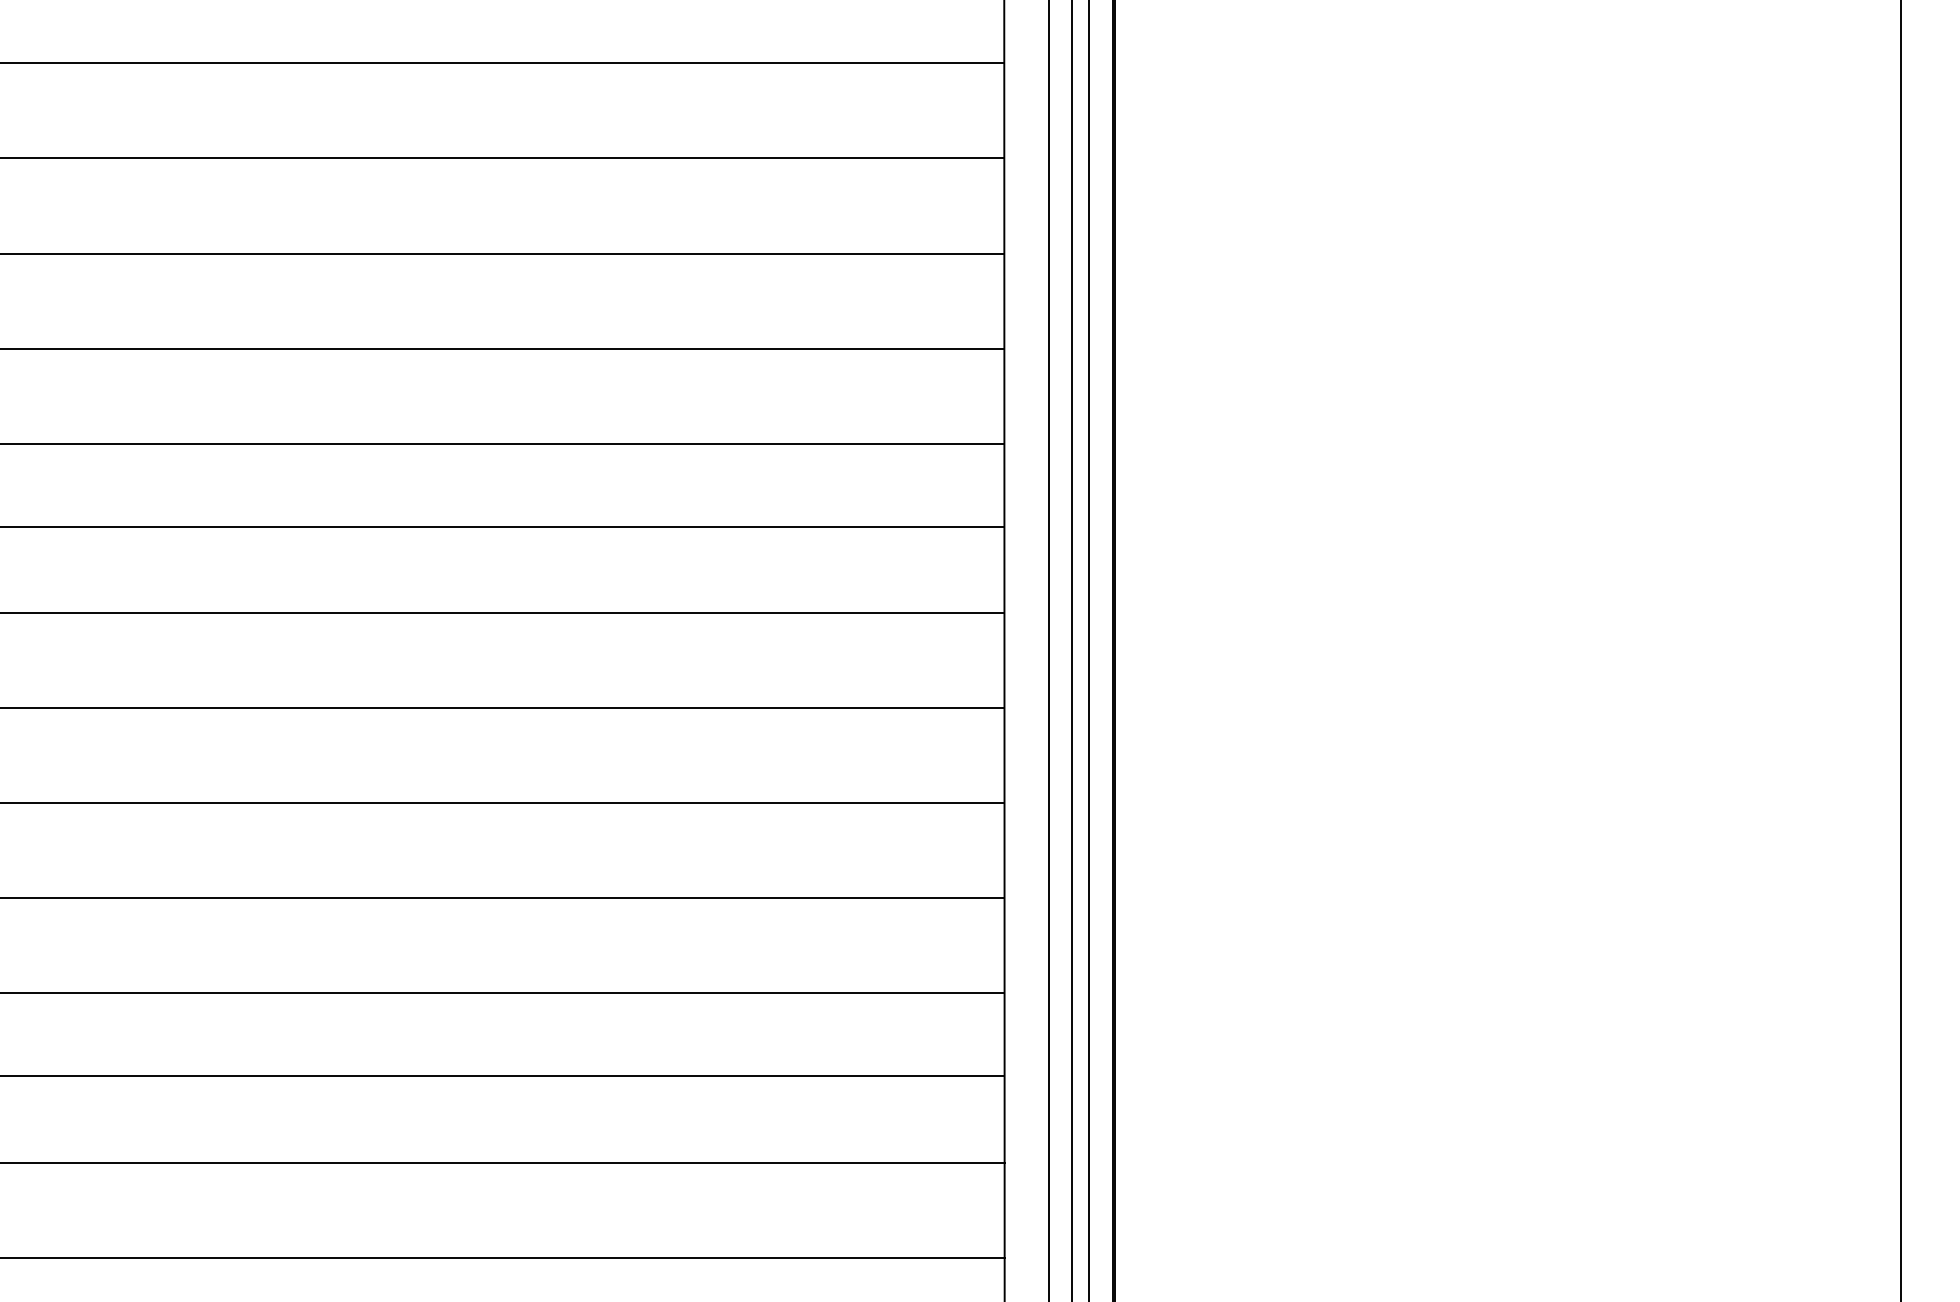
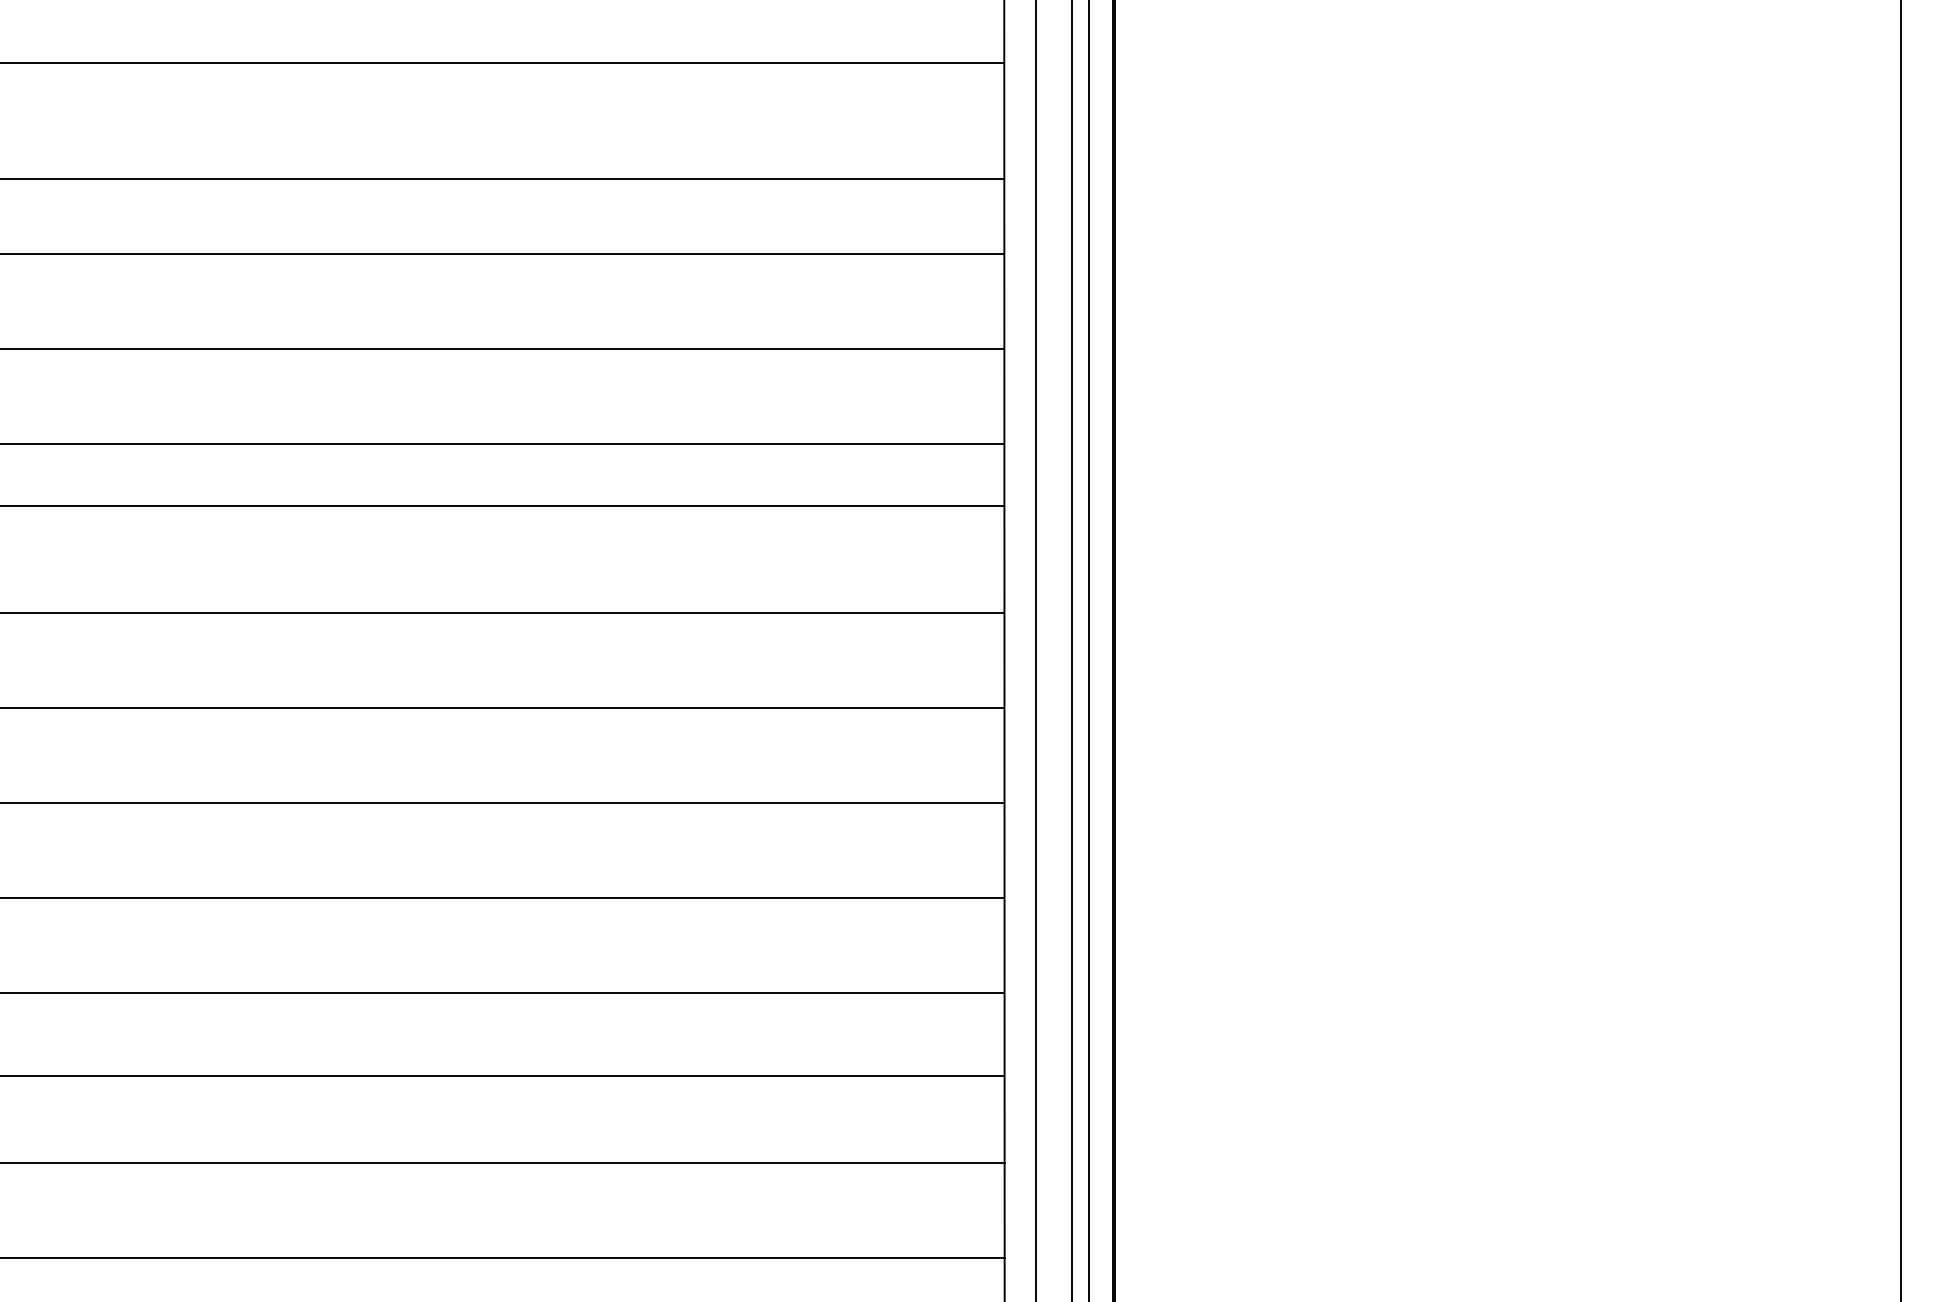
line at (502, 158) position: (502, 158) -> (502, 179)
line at (503, 526) position: (503, 526) -> (503, 505)
line at (1049, 650) position: (1049, 650) -> (1036, 650)
